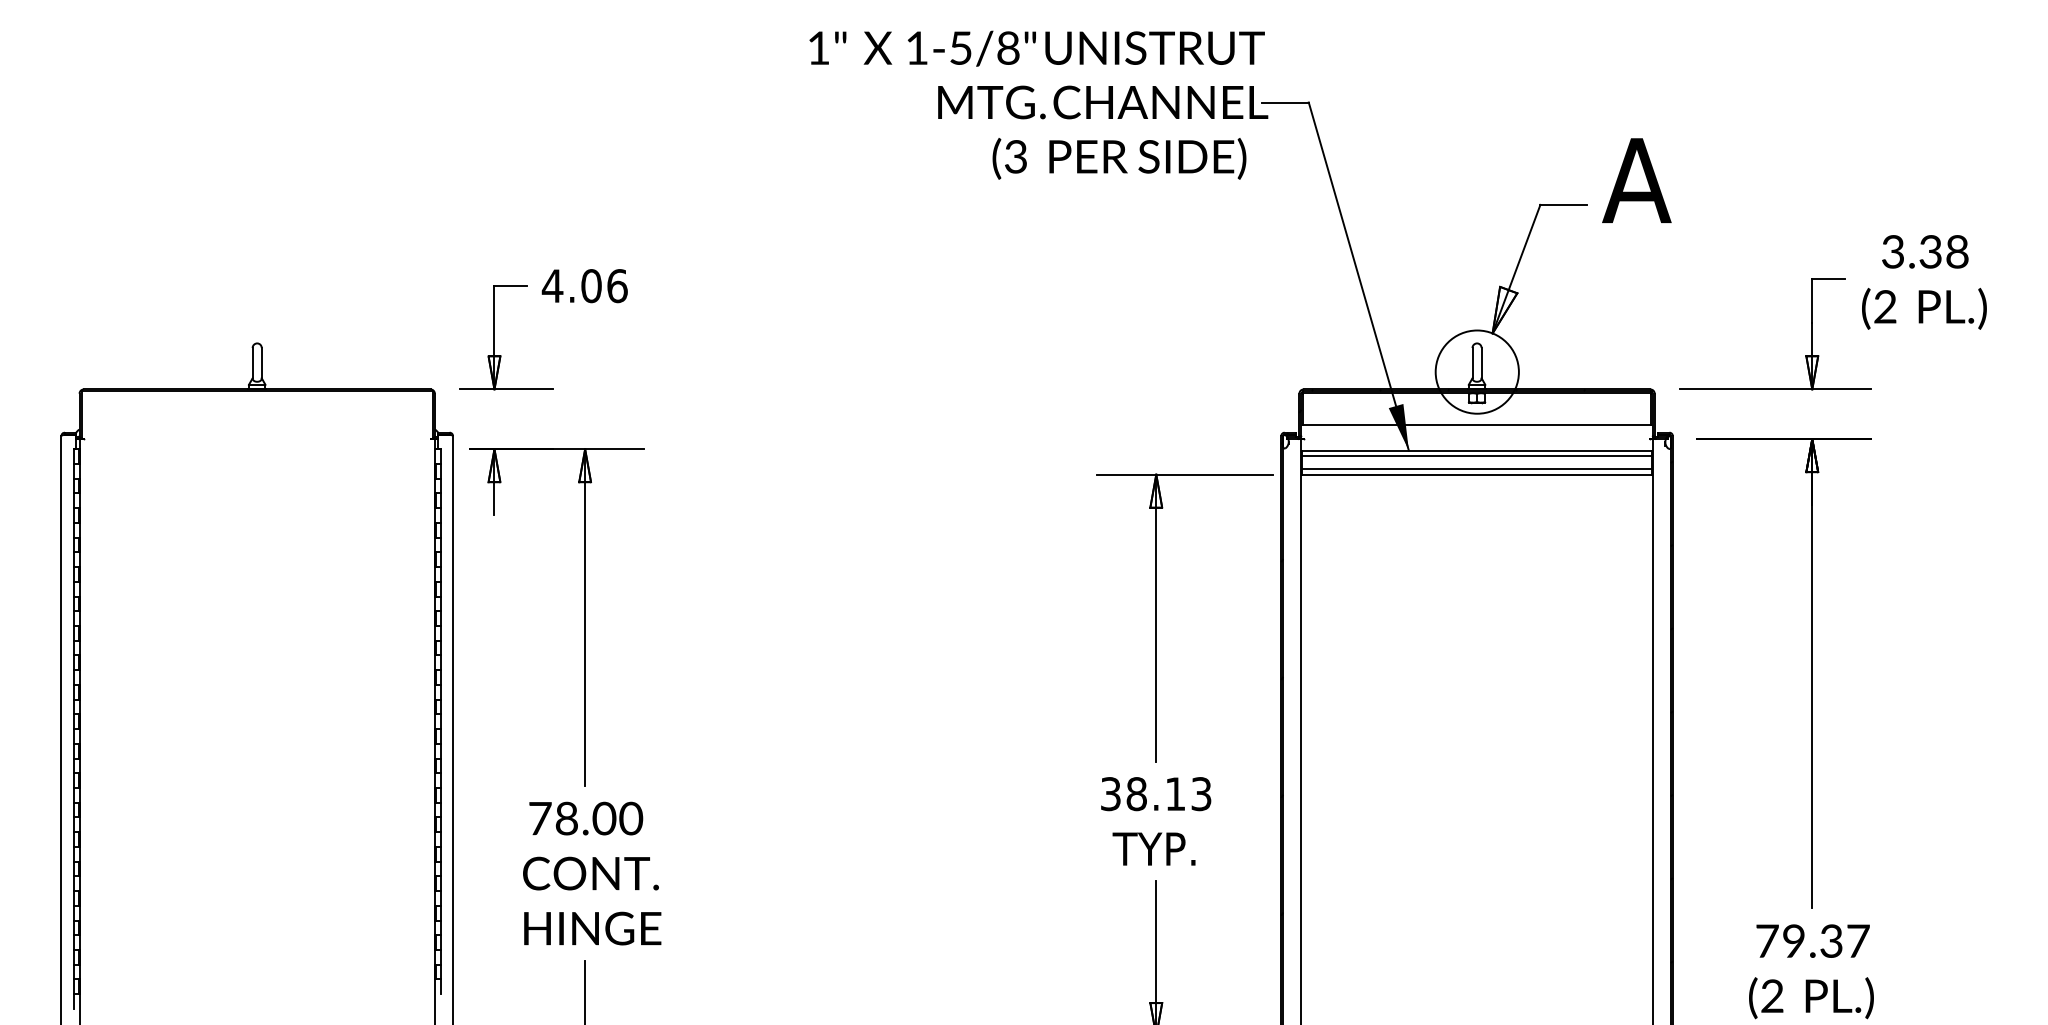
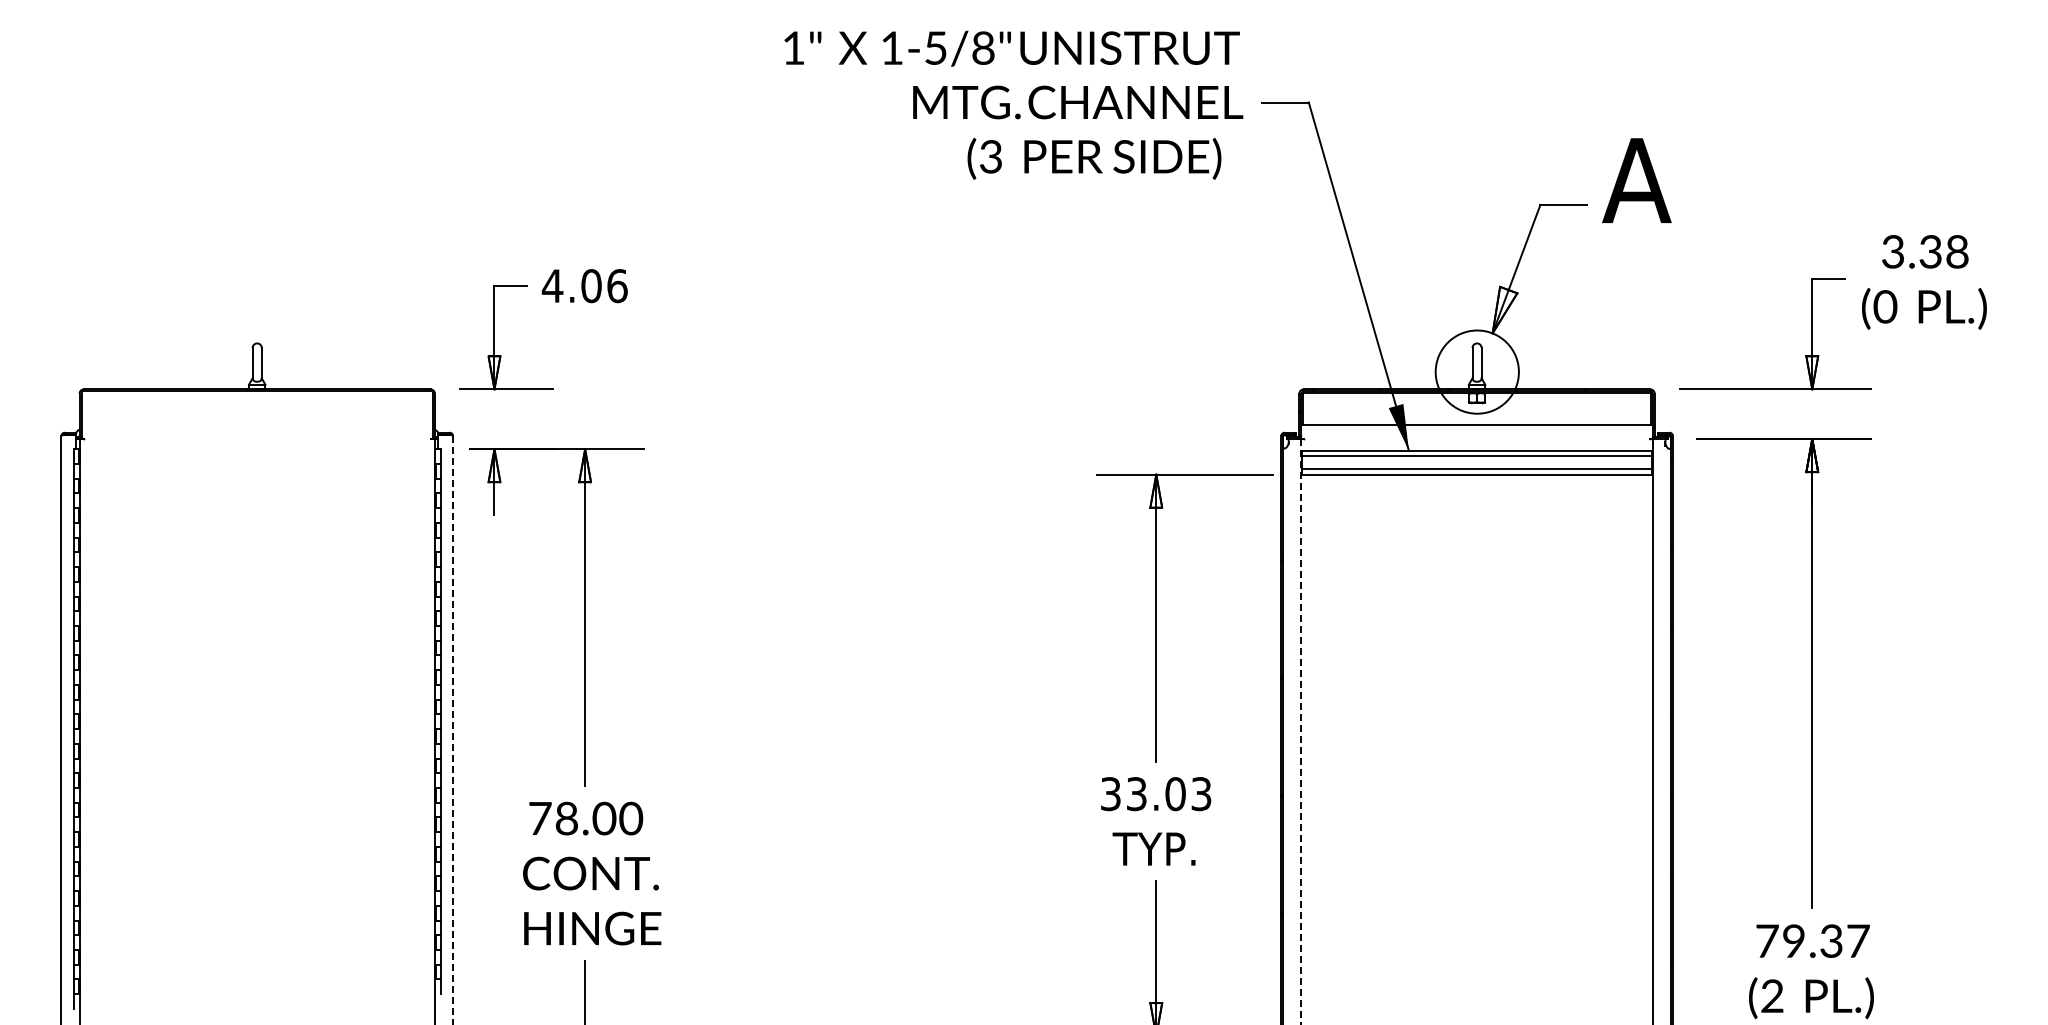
text at (1038, 104) position: (1038, 104) -> (1013, 104)
text at (1885, 306): (2 -> (0
line at (453, 730): solid -> dashed
line at (1301, 731): solid -> dashed
text at (1155, 794): 38.13 -> 33.03
